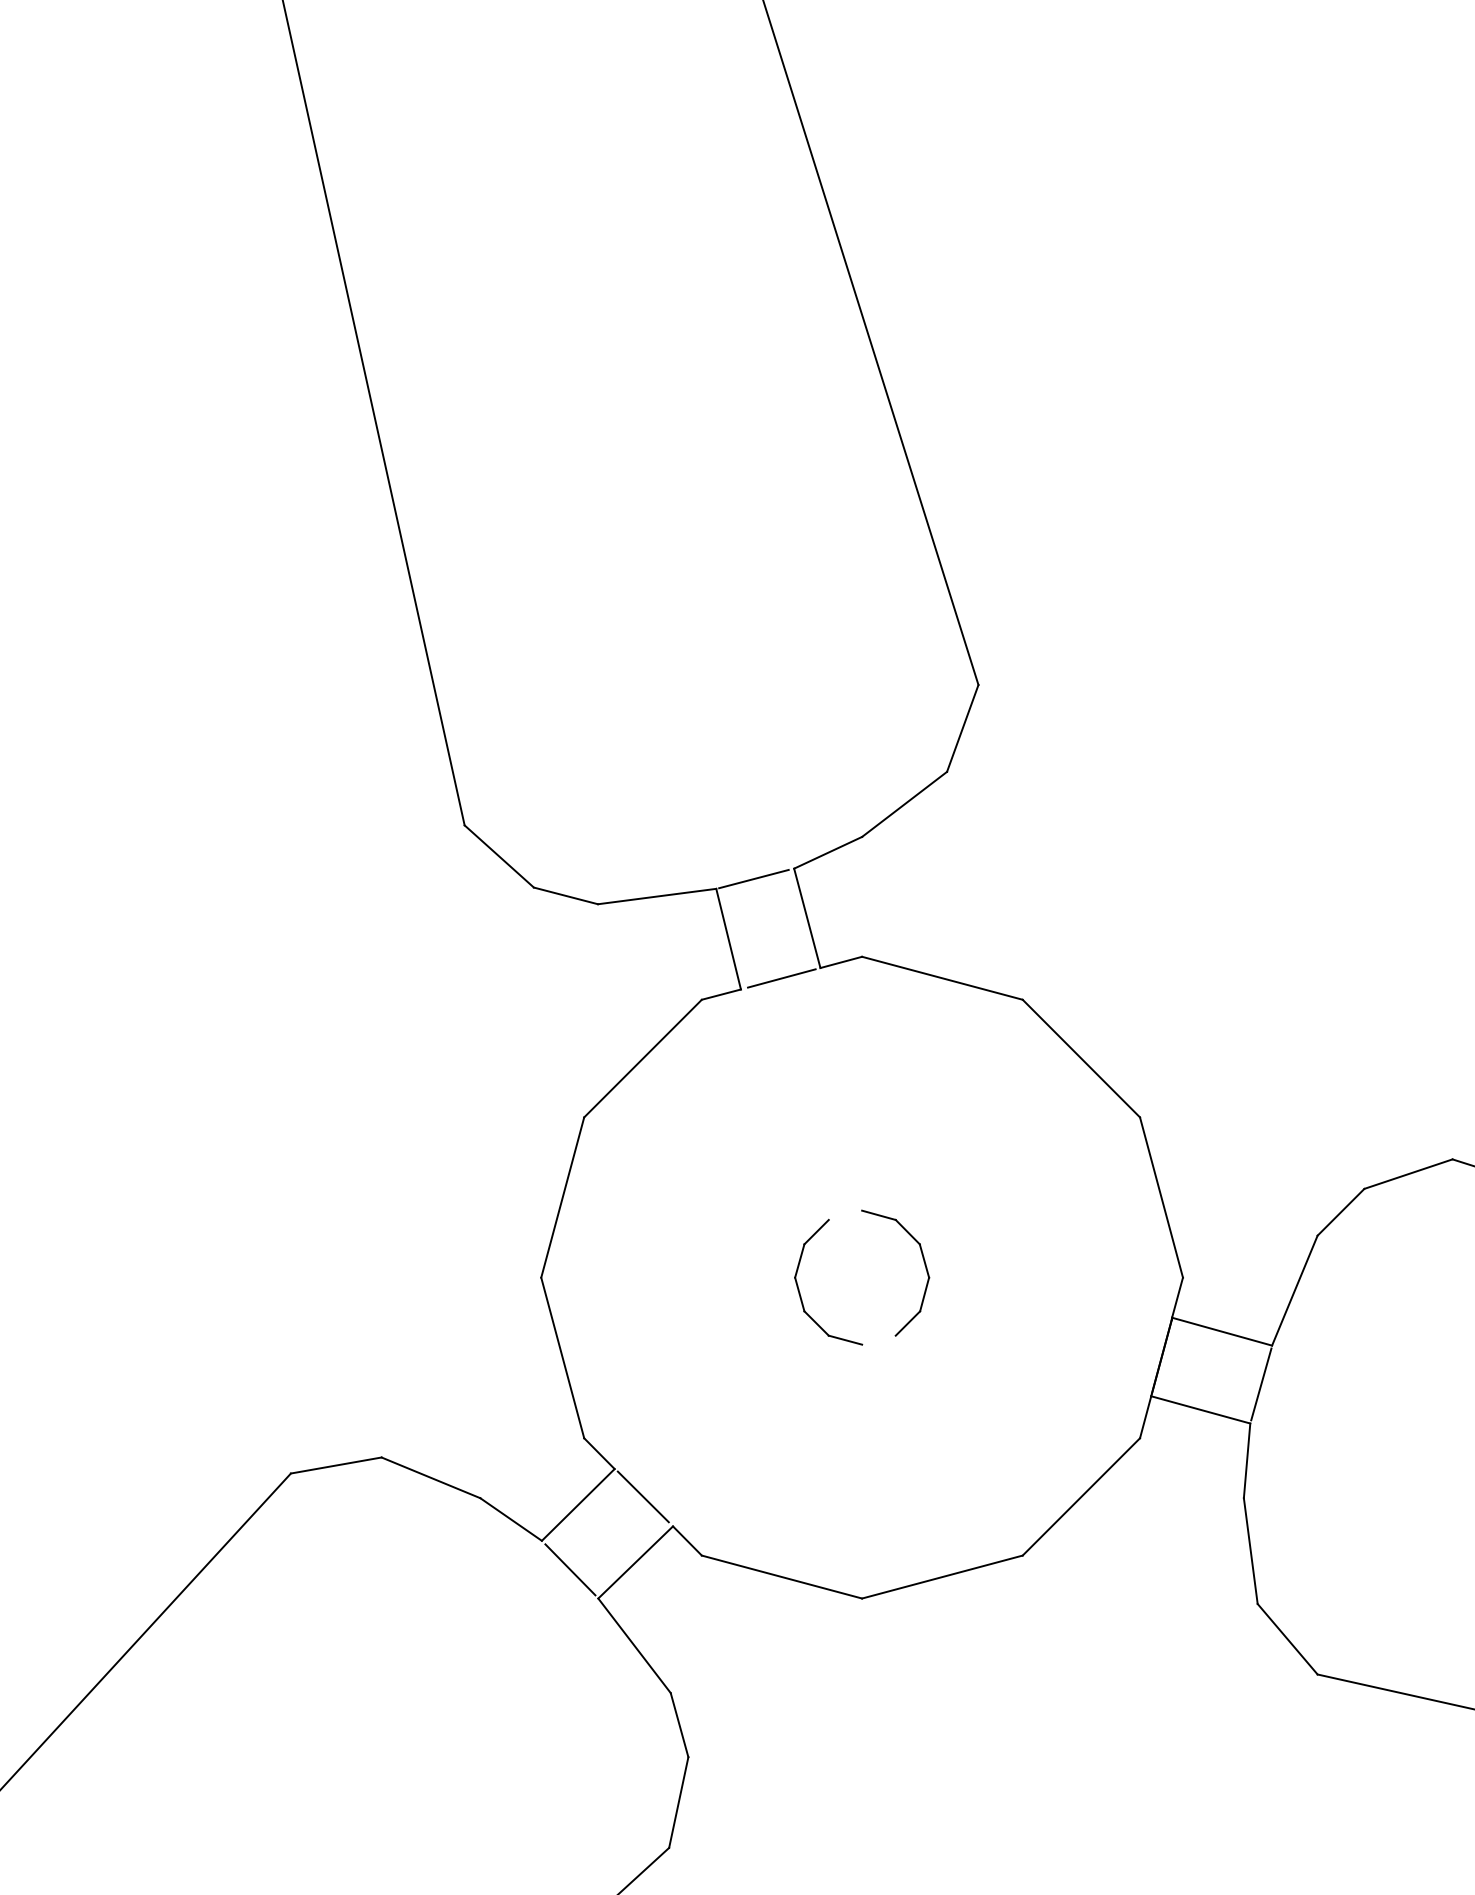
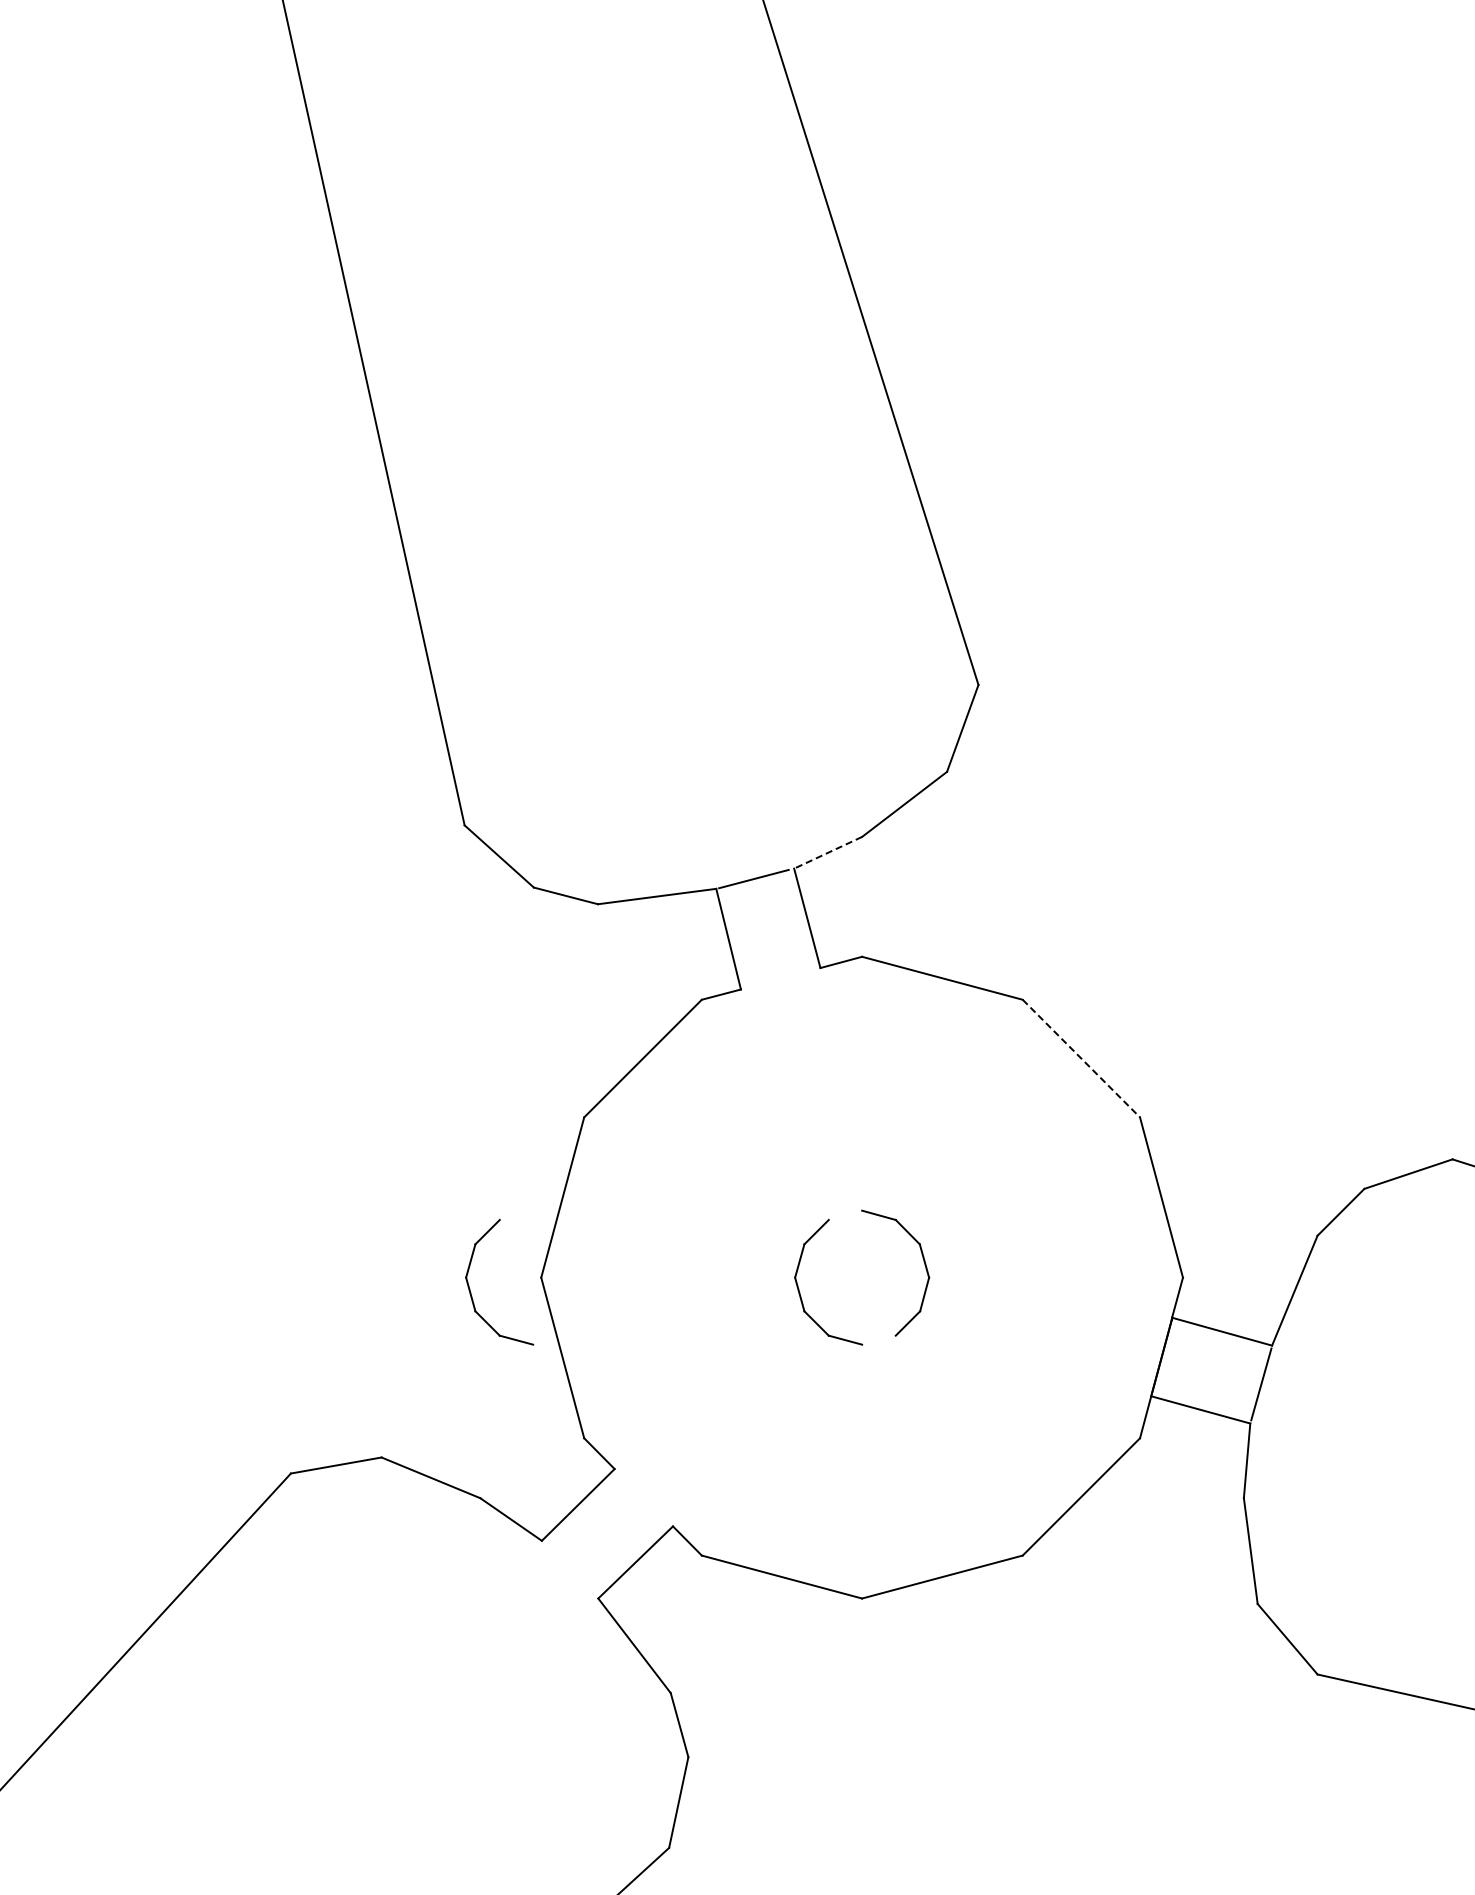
line at (827, 853): solid -> dashed
line at (781, 978): present -> none
line at (1081, 1058): solid -> dashed
part at (470, 1288): none -> present
line at (642, 1496): present -> none
line at (570, 1569): present -> none
